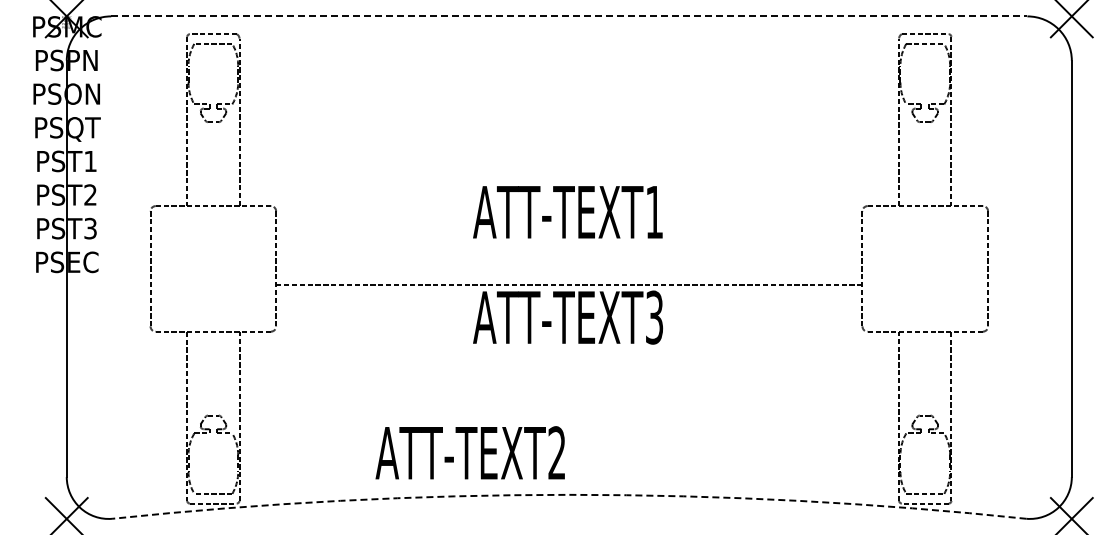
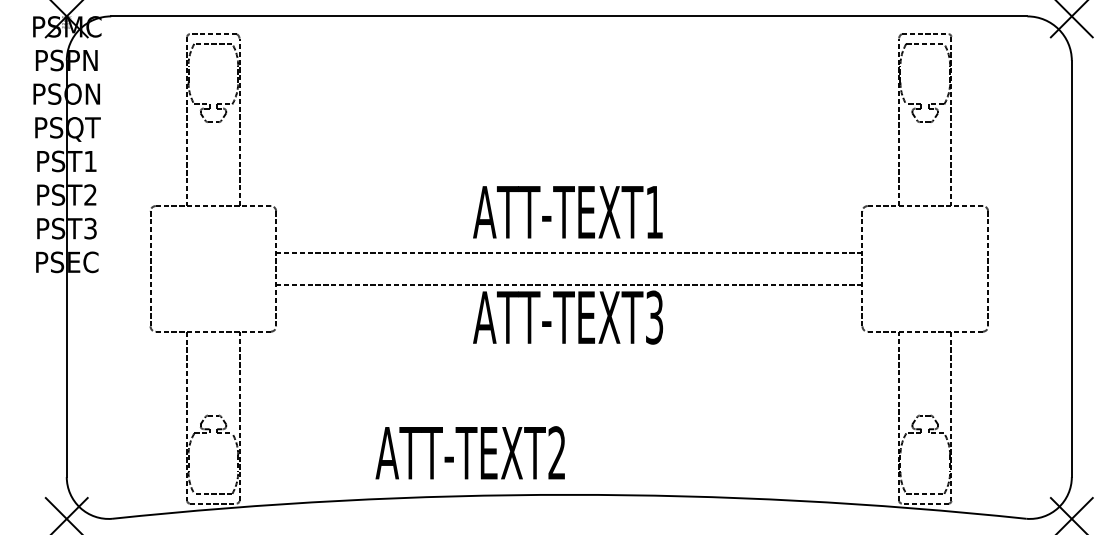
line at (569, 16): dashed -> solid
line at (569, 253): none -> present
arc at (569, 494): dashed -> solid
